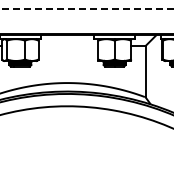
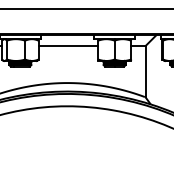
line at (86, 9): dashed -> solid
line at (68, 46): none -> present
